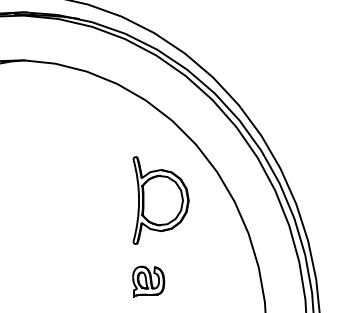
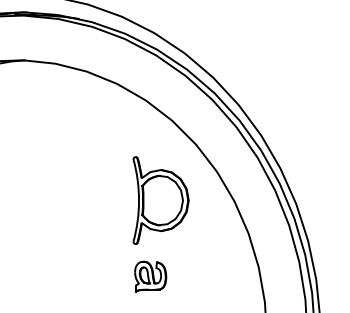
part at (148, 281) position: (148, 281) -> (150, 276)
